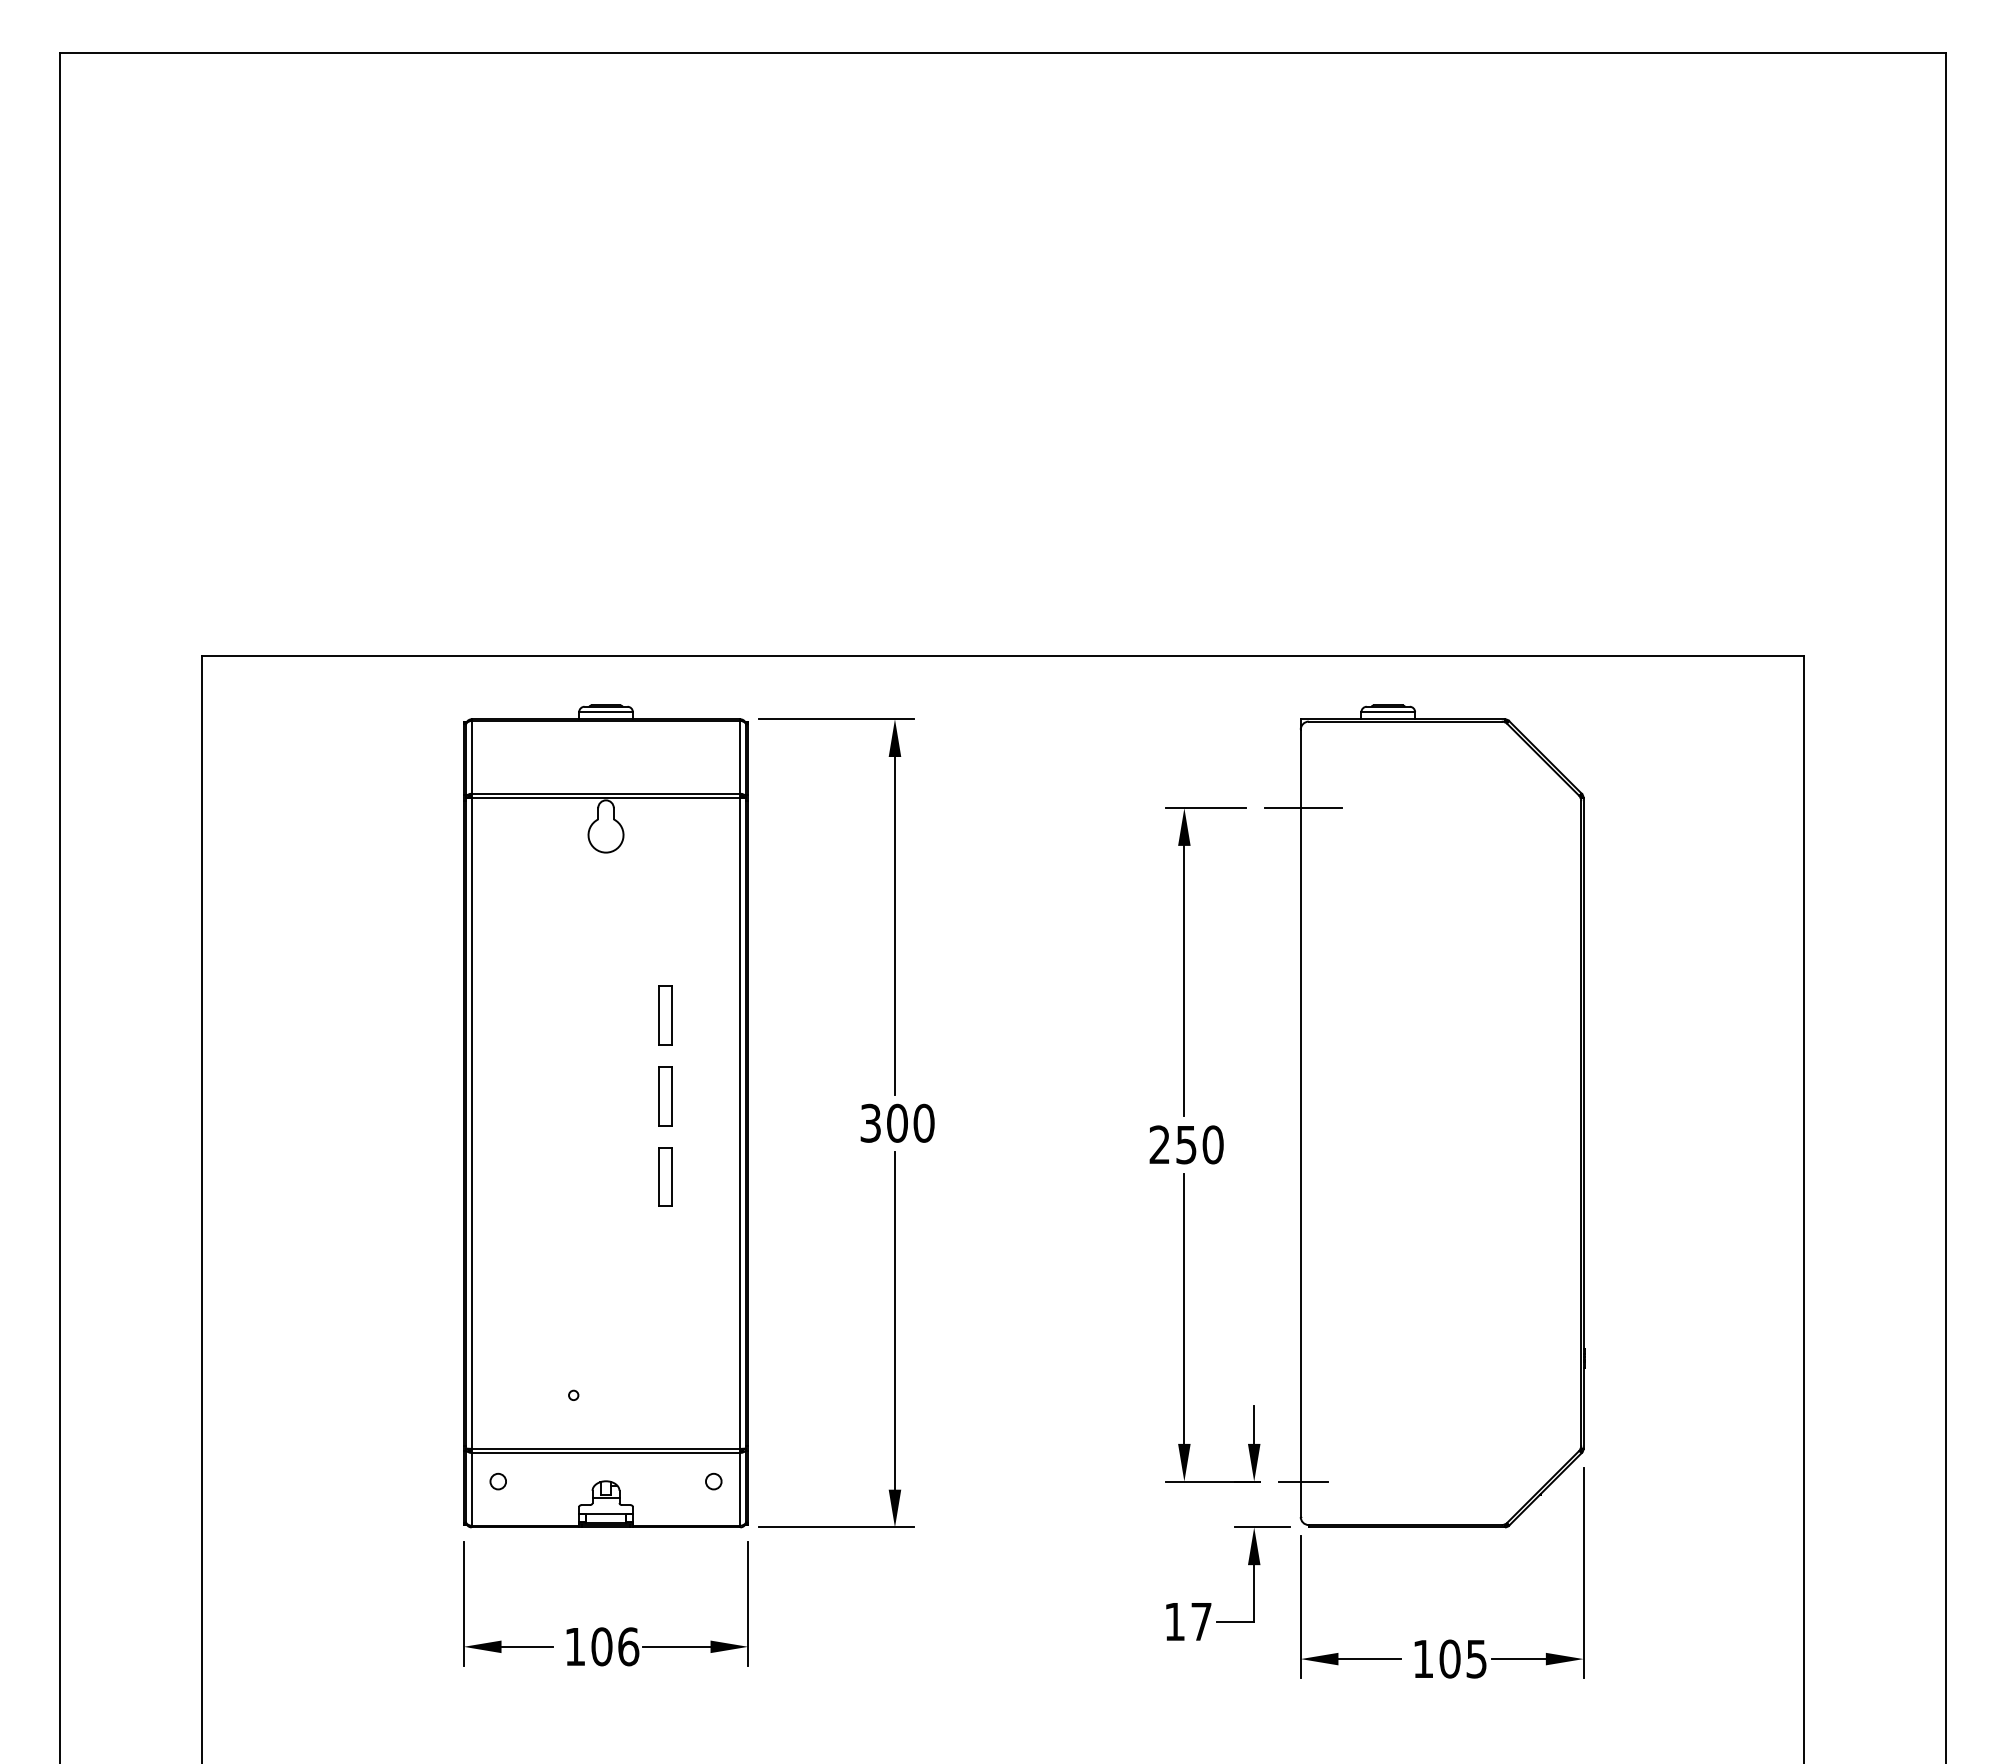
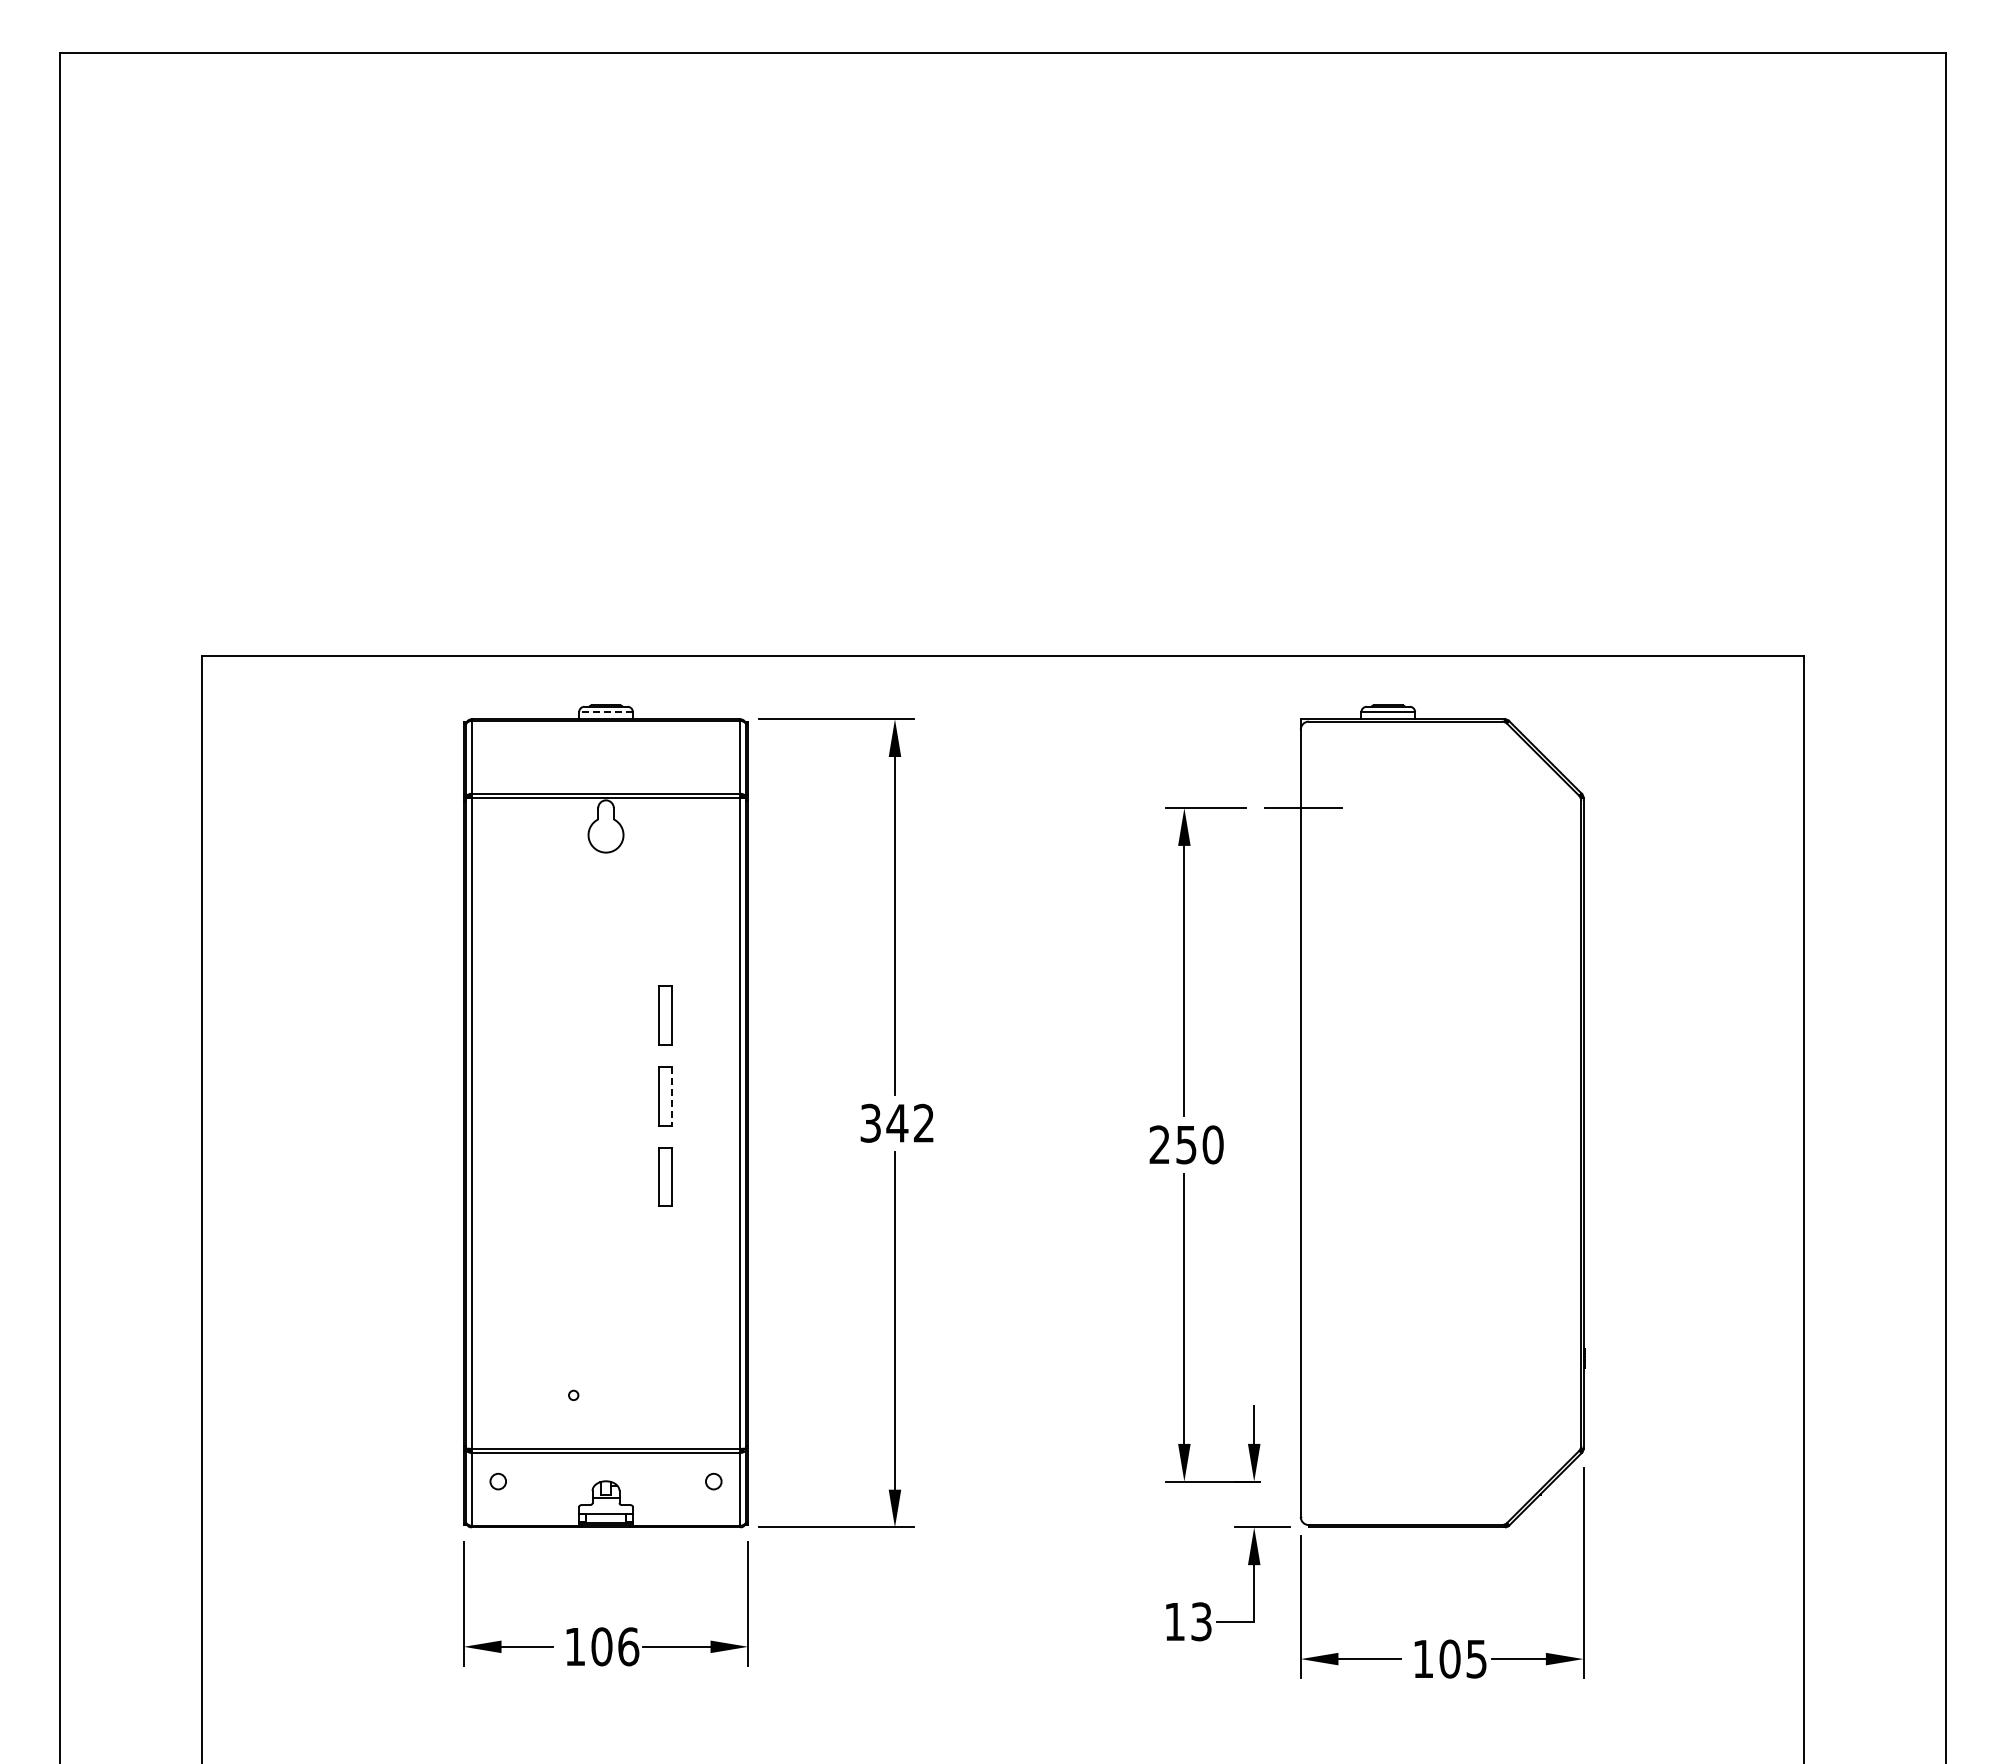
line at (606, 712): solid -> dashed
line at (672, 1096): solid -> dashed
text at (910, 1122): 300 -> 342
line at (1302, 1481): present -> none
text at (1201, 1621): 17 -> 13
